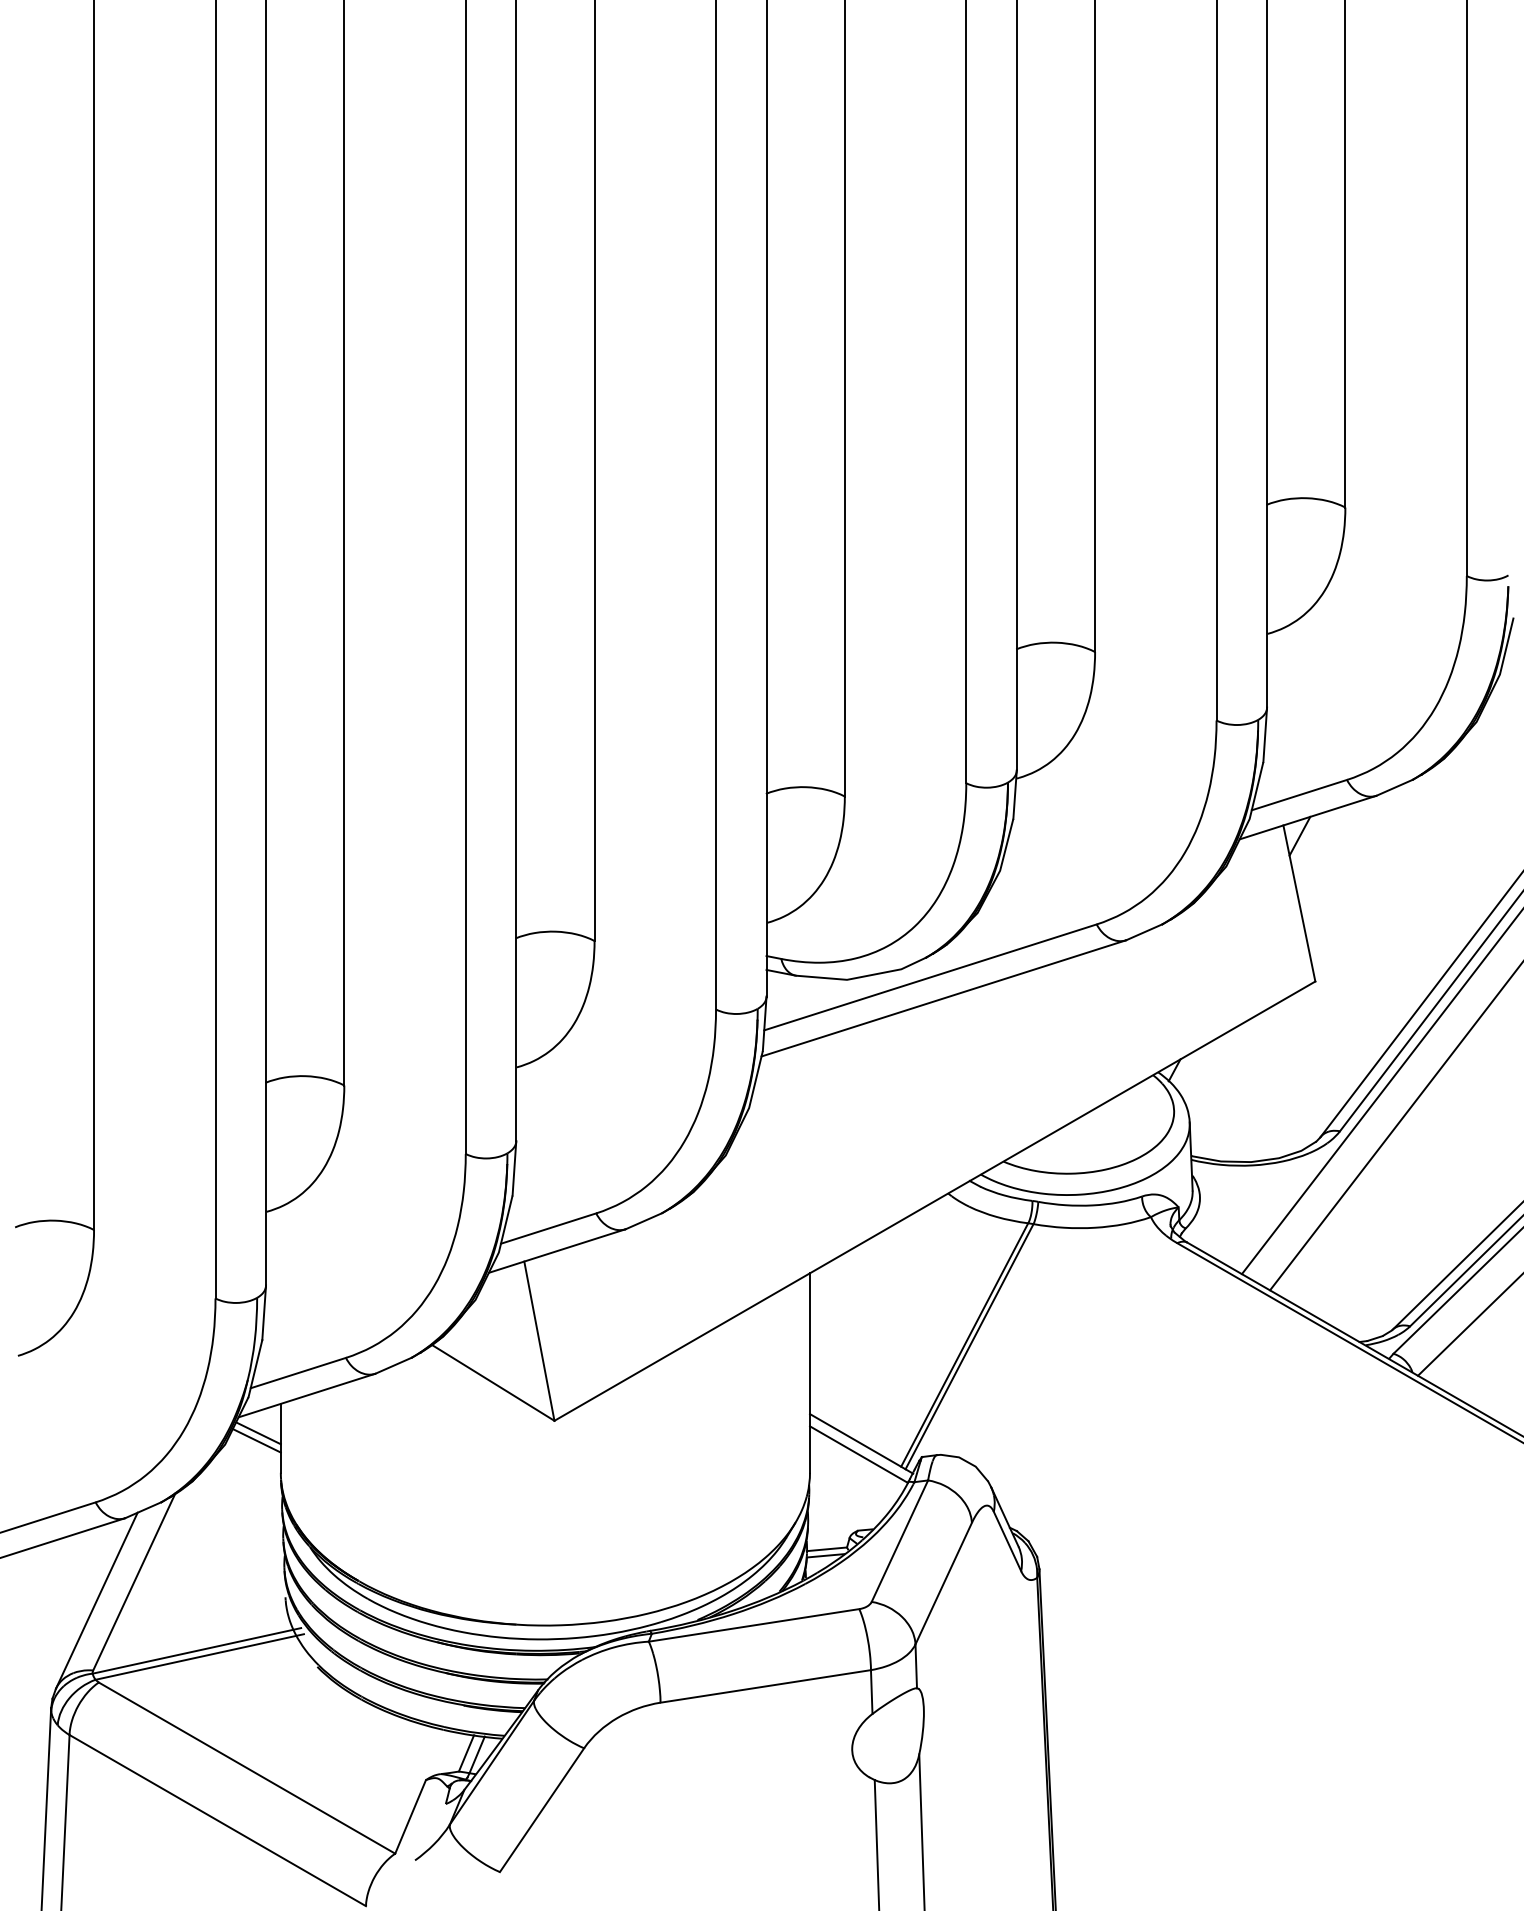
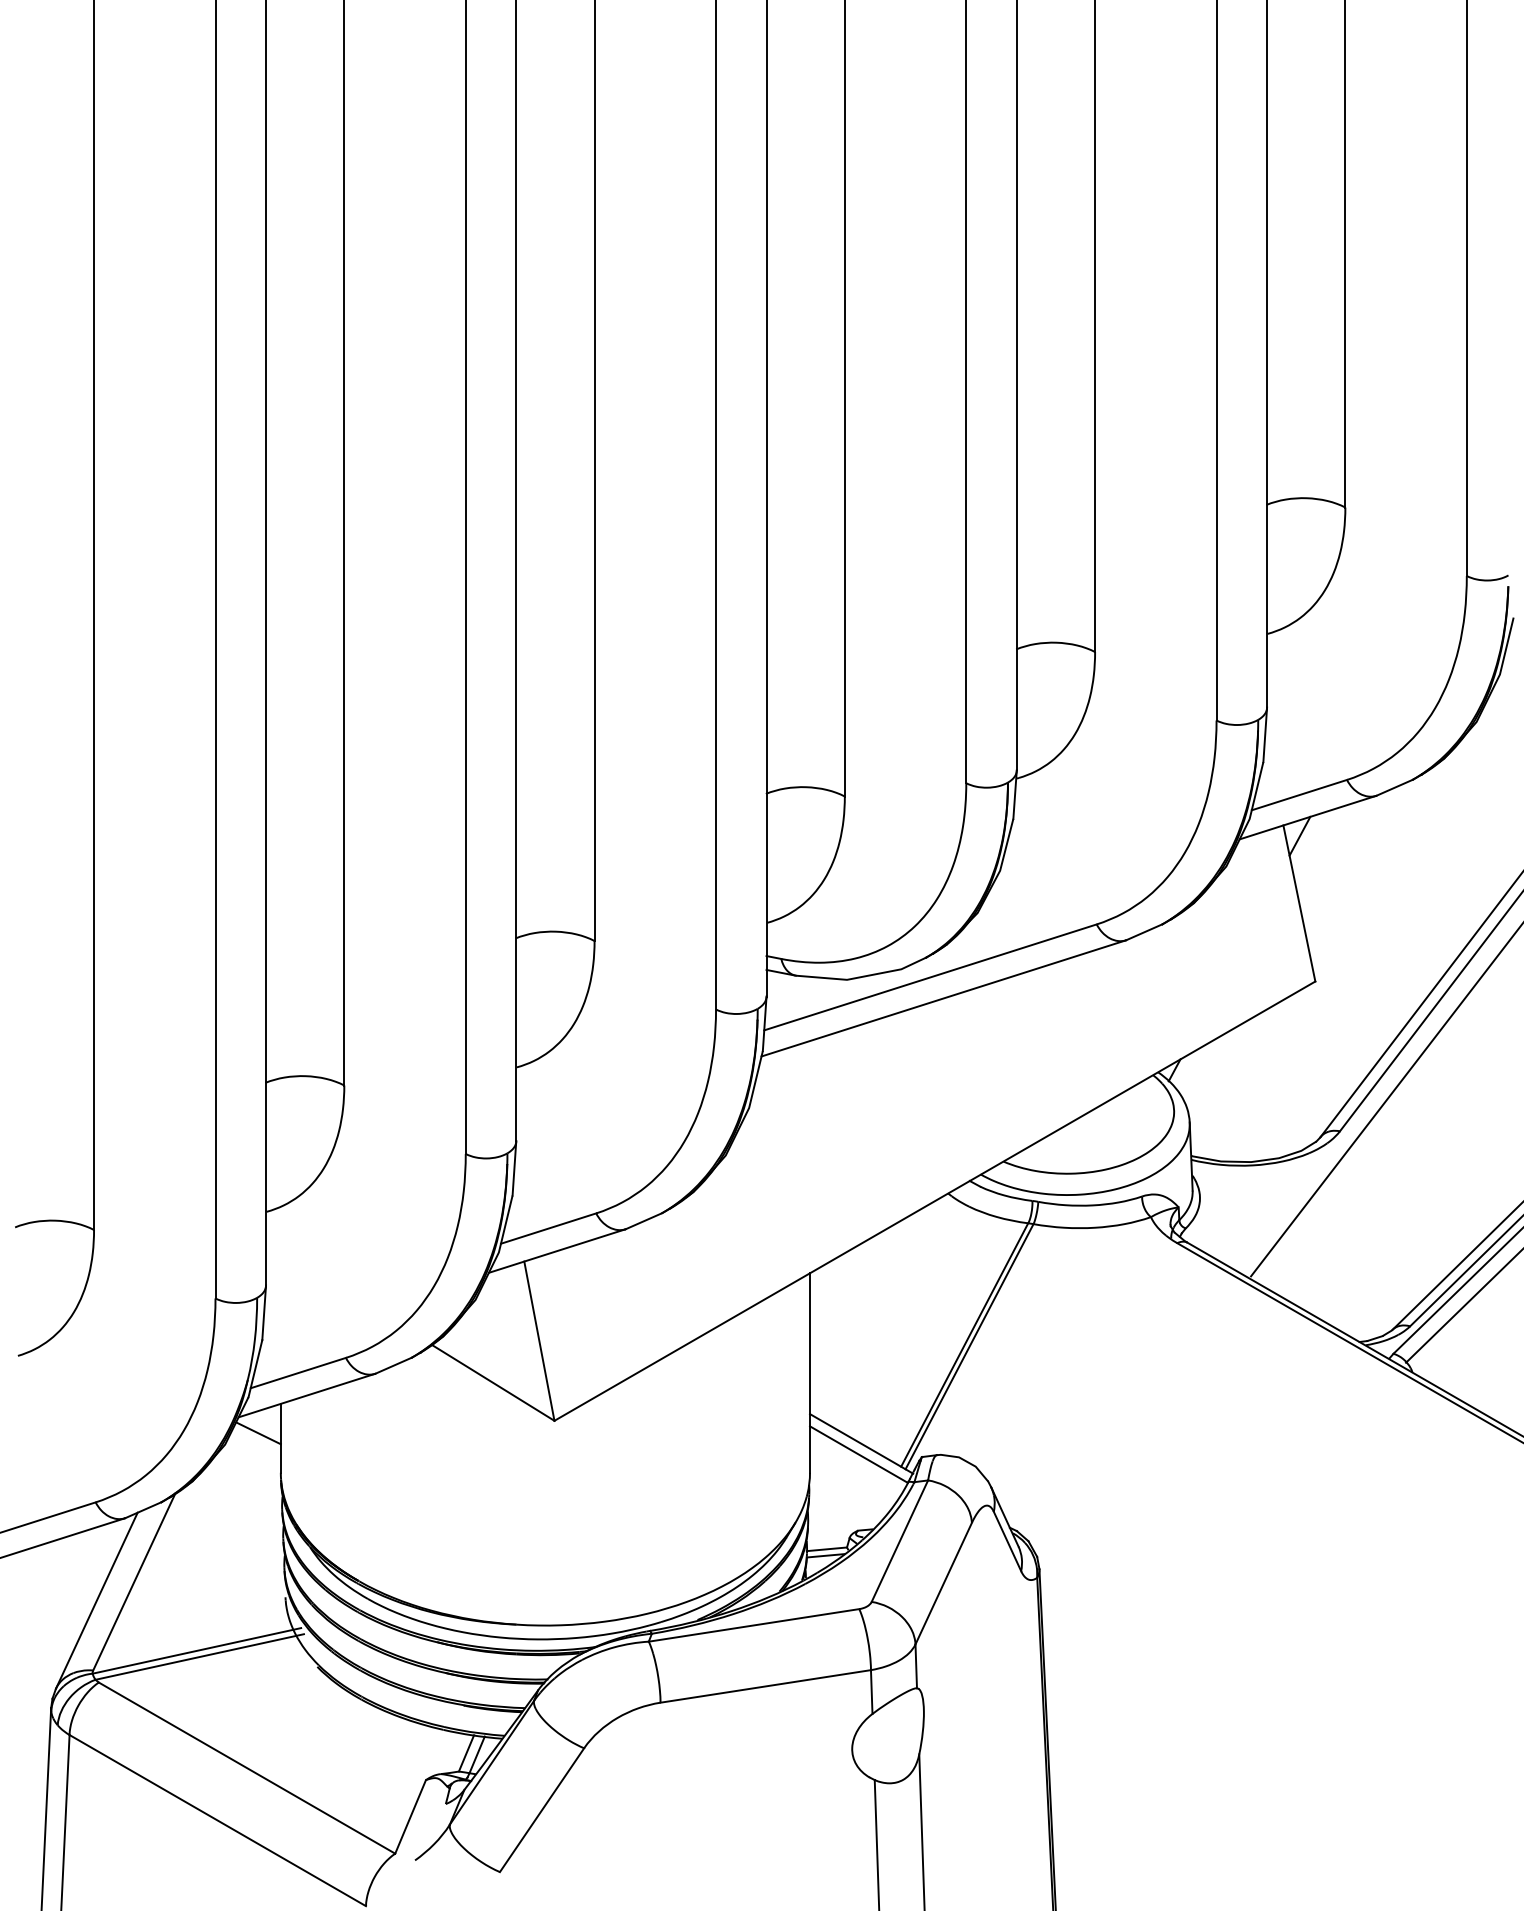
line at (1380, 1092): present -> none
line at (1395, 1127) position: (1395, 1127) -> (1385, 1101)
line at (1469, 1325) position: (1469, 1325) -> (1463, 1306)
line at (256, 1440): present -> none
